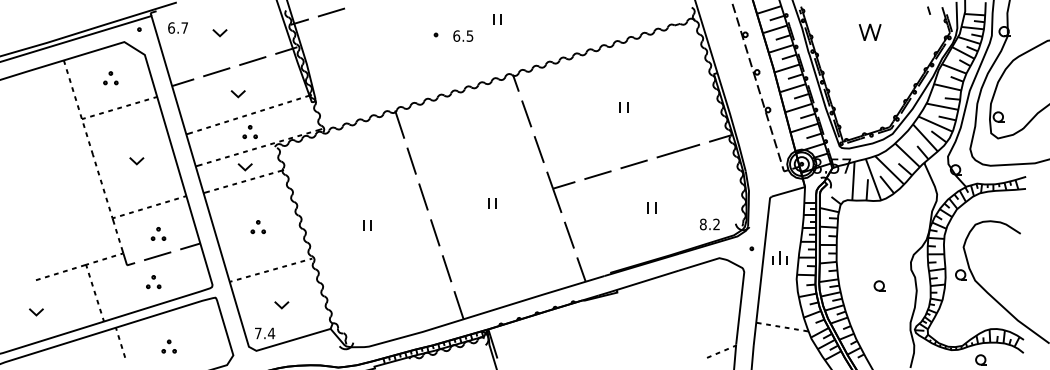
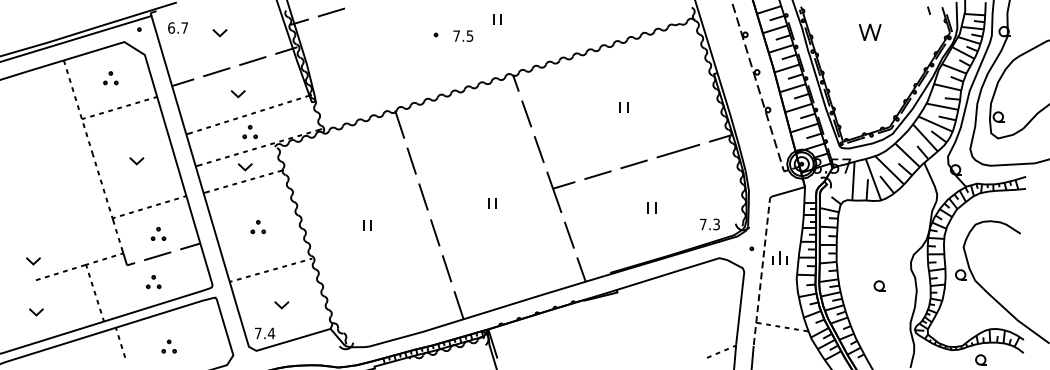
text at (456, 35): 6.5 -> 7.5
text at (709, 224): 8.2 -> 7.3
part at (33, 261): none -> present
line at (762, 270): solid -> dashed
